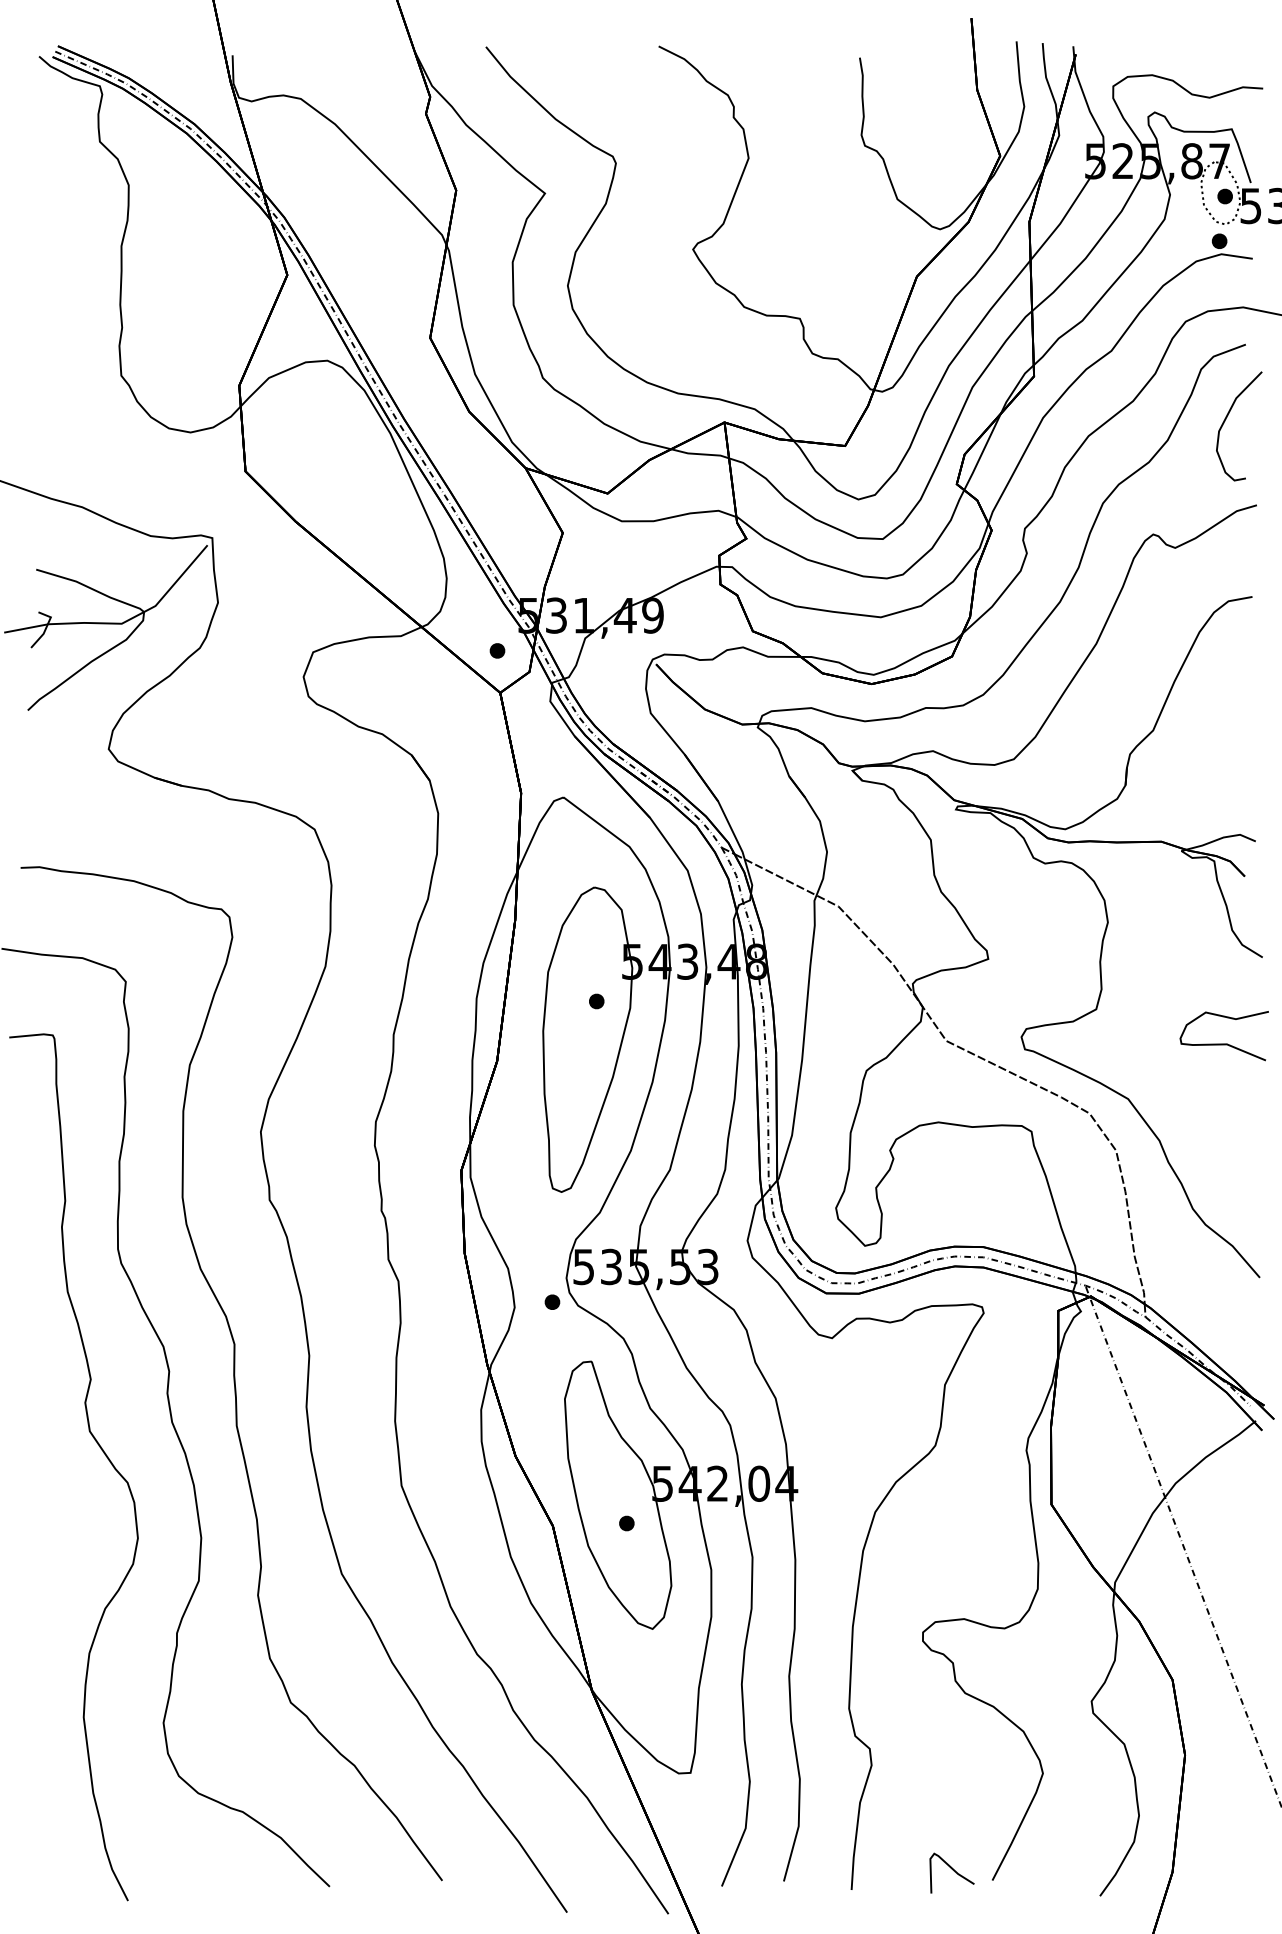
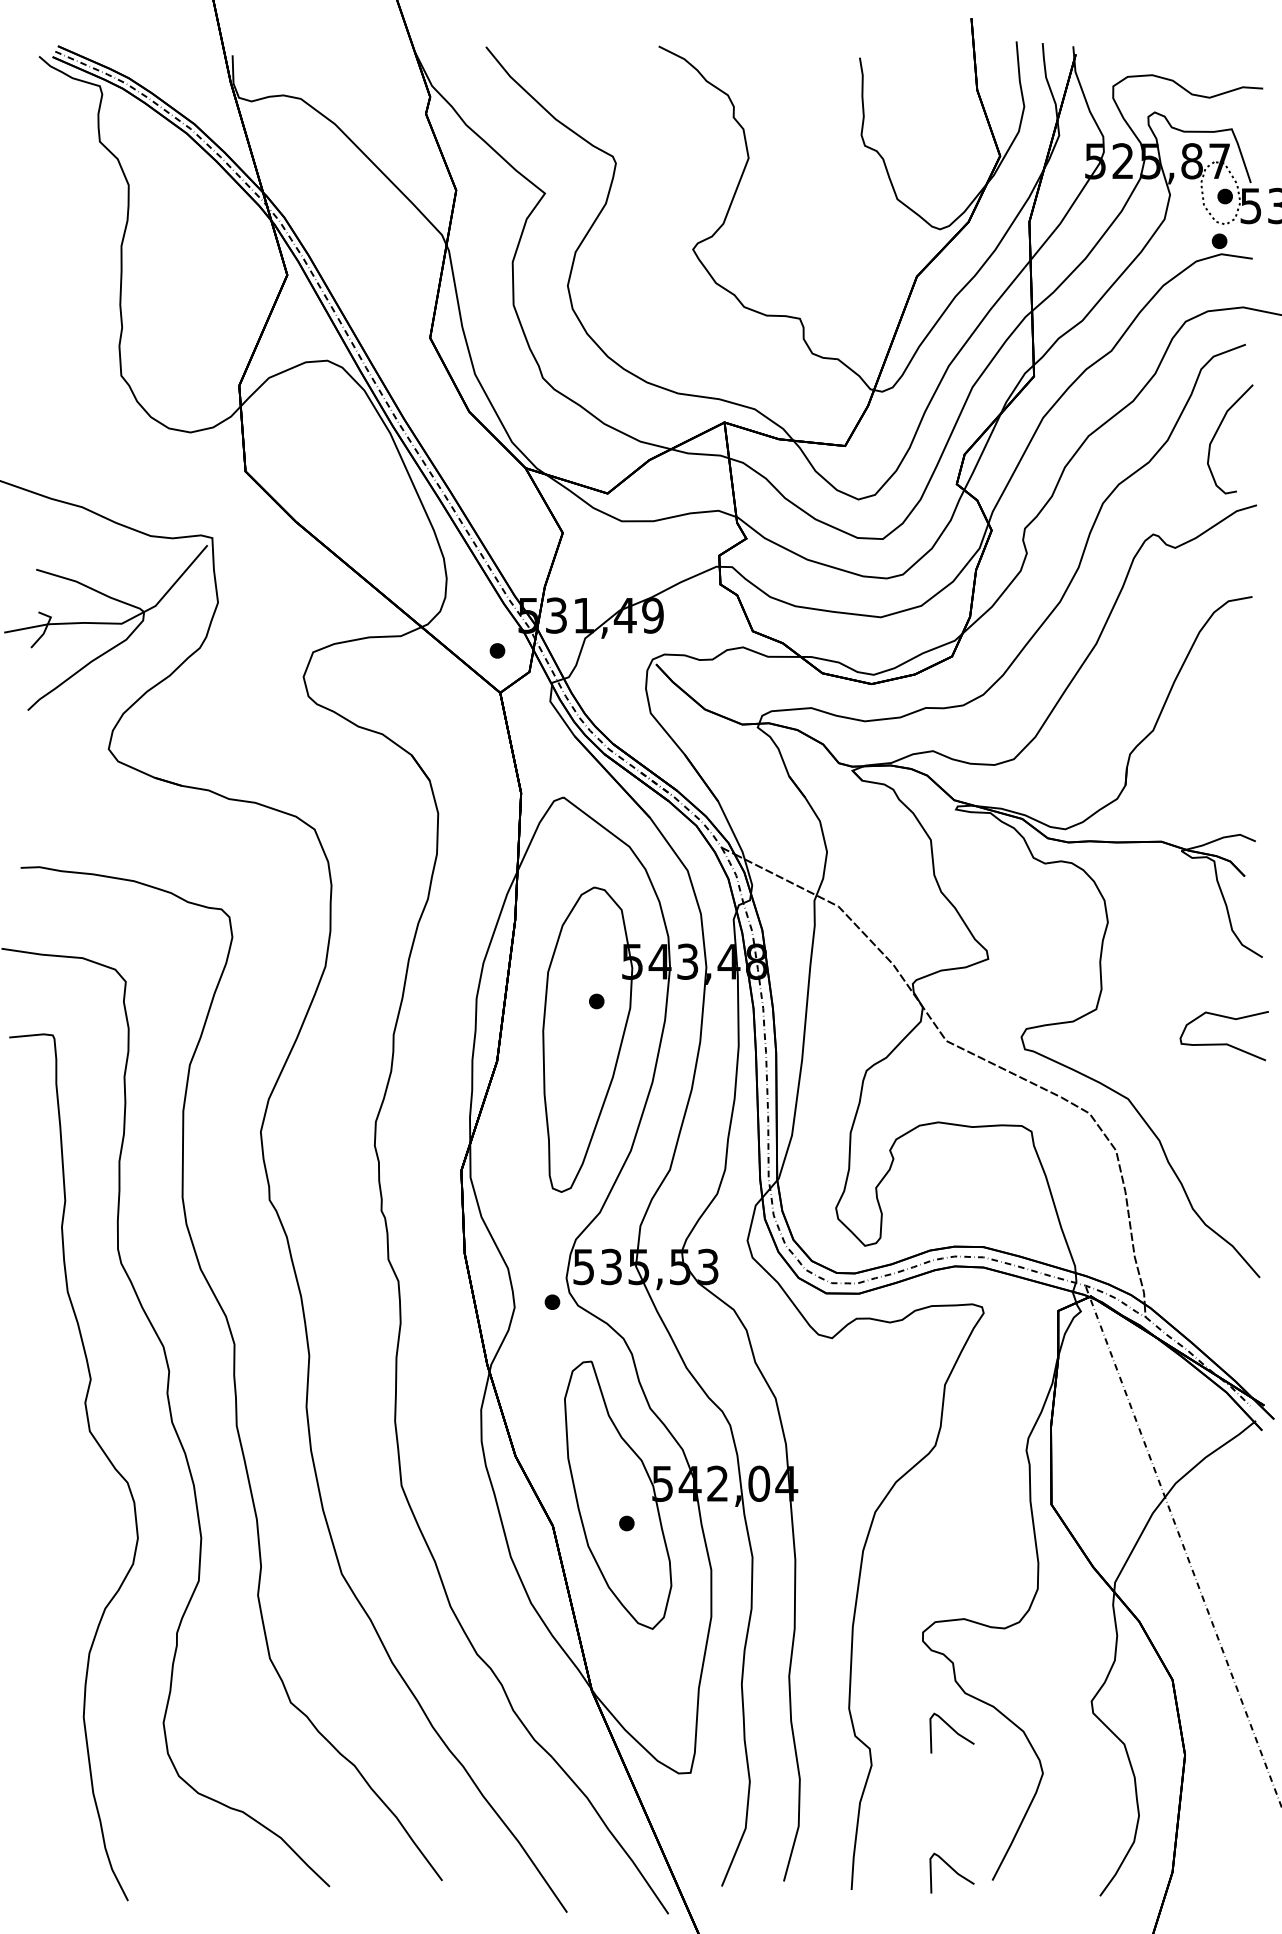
curve at (1226, 419) position: (1226, 419) -> (1217, 432)
curve at (952, 1730): none -> present
